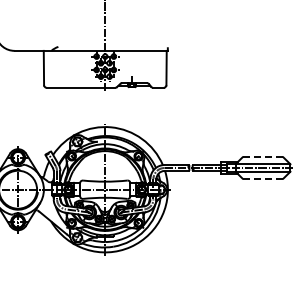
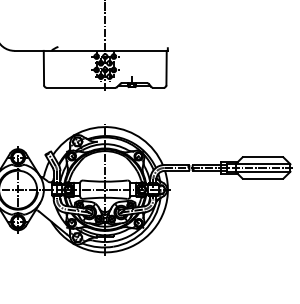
line at (263, 157): dashed -> solid
line at (263, 178): dashed -> solid
